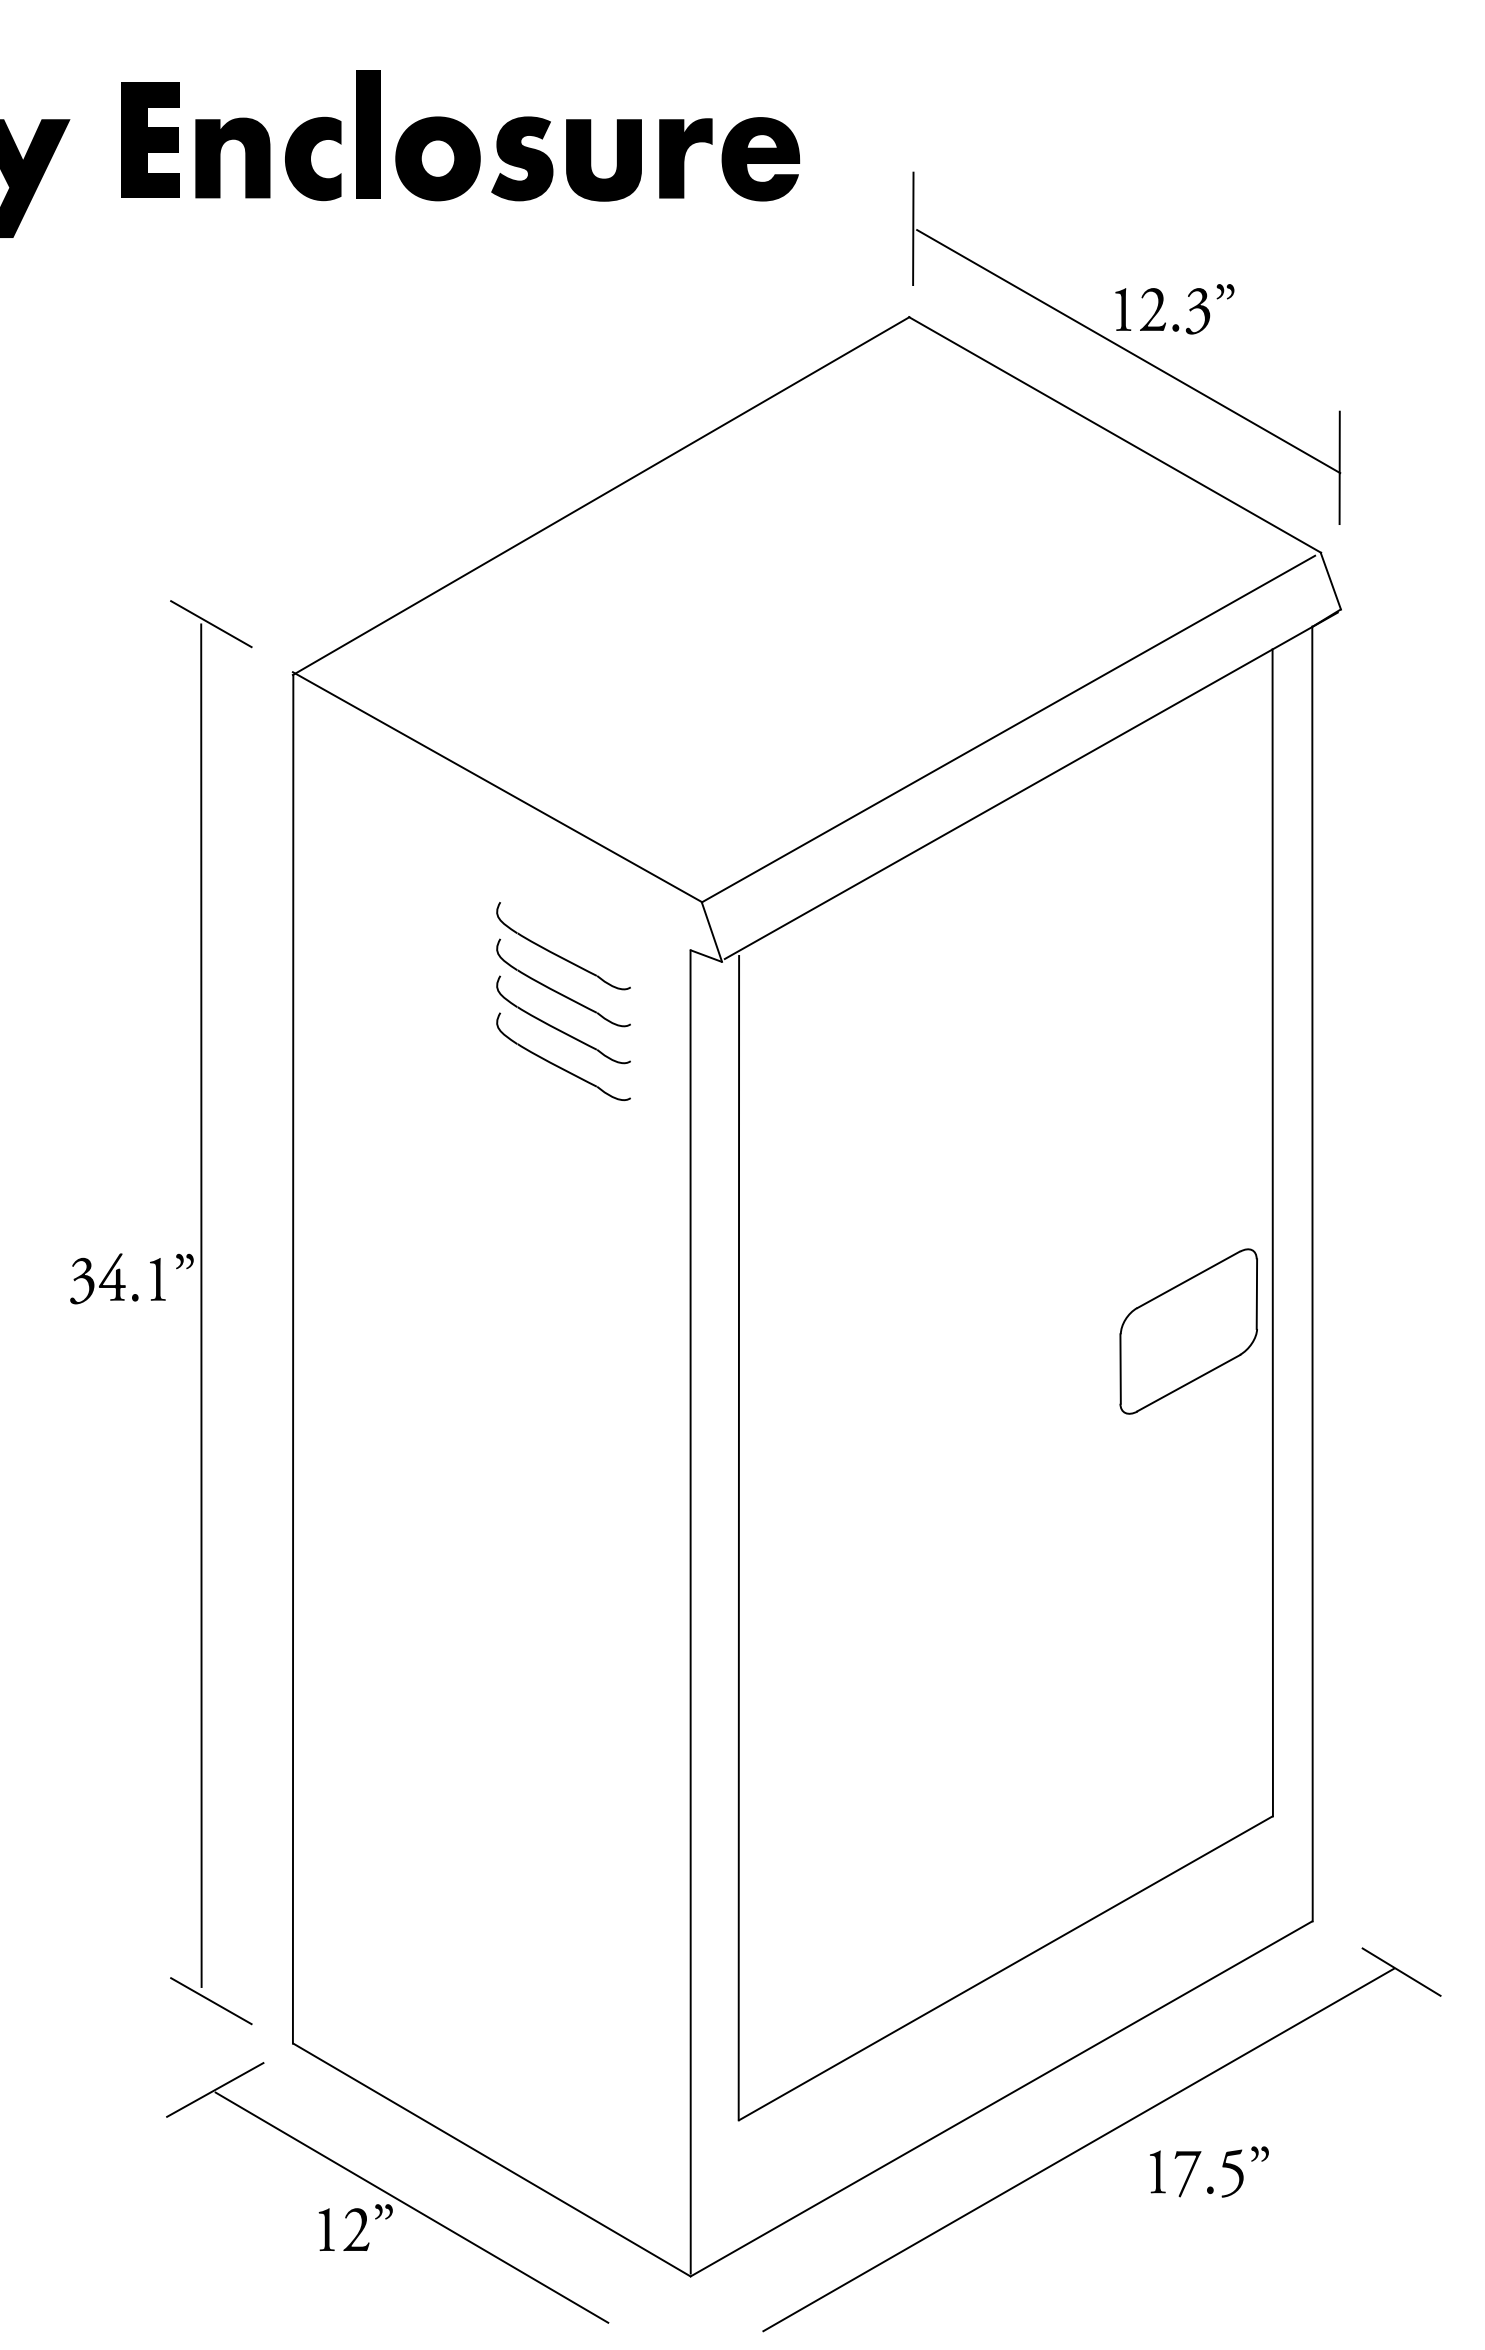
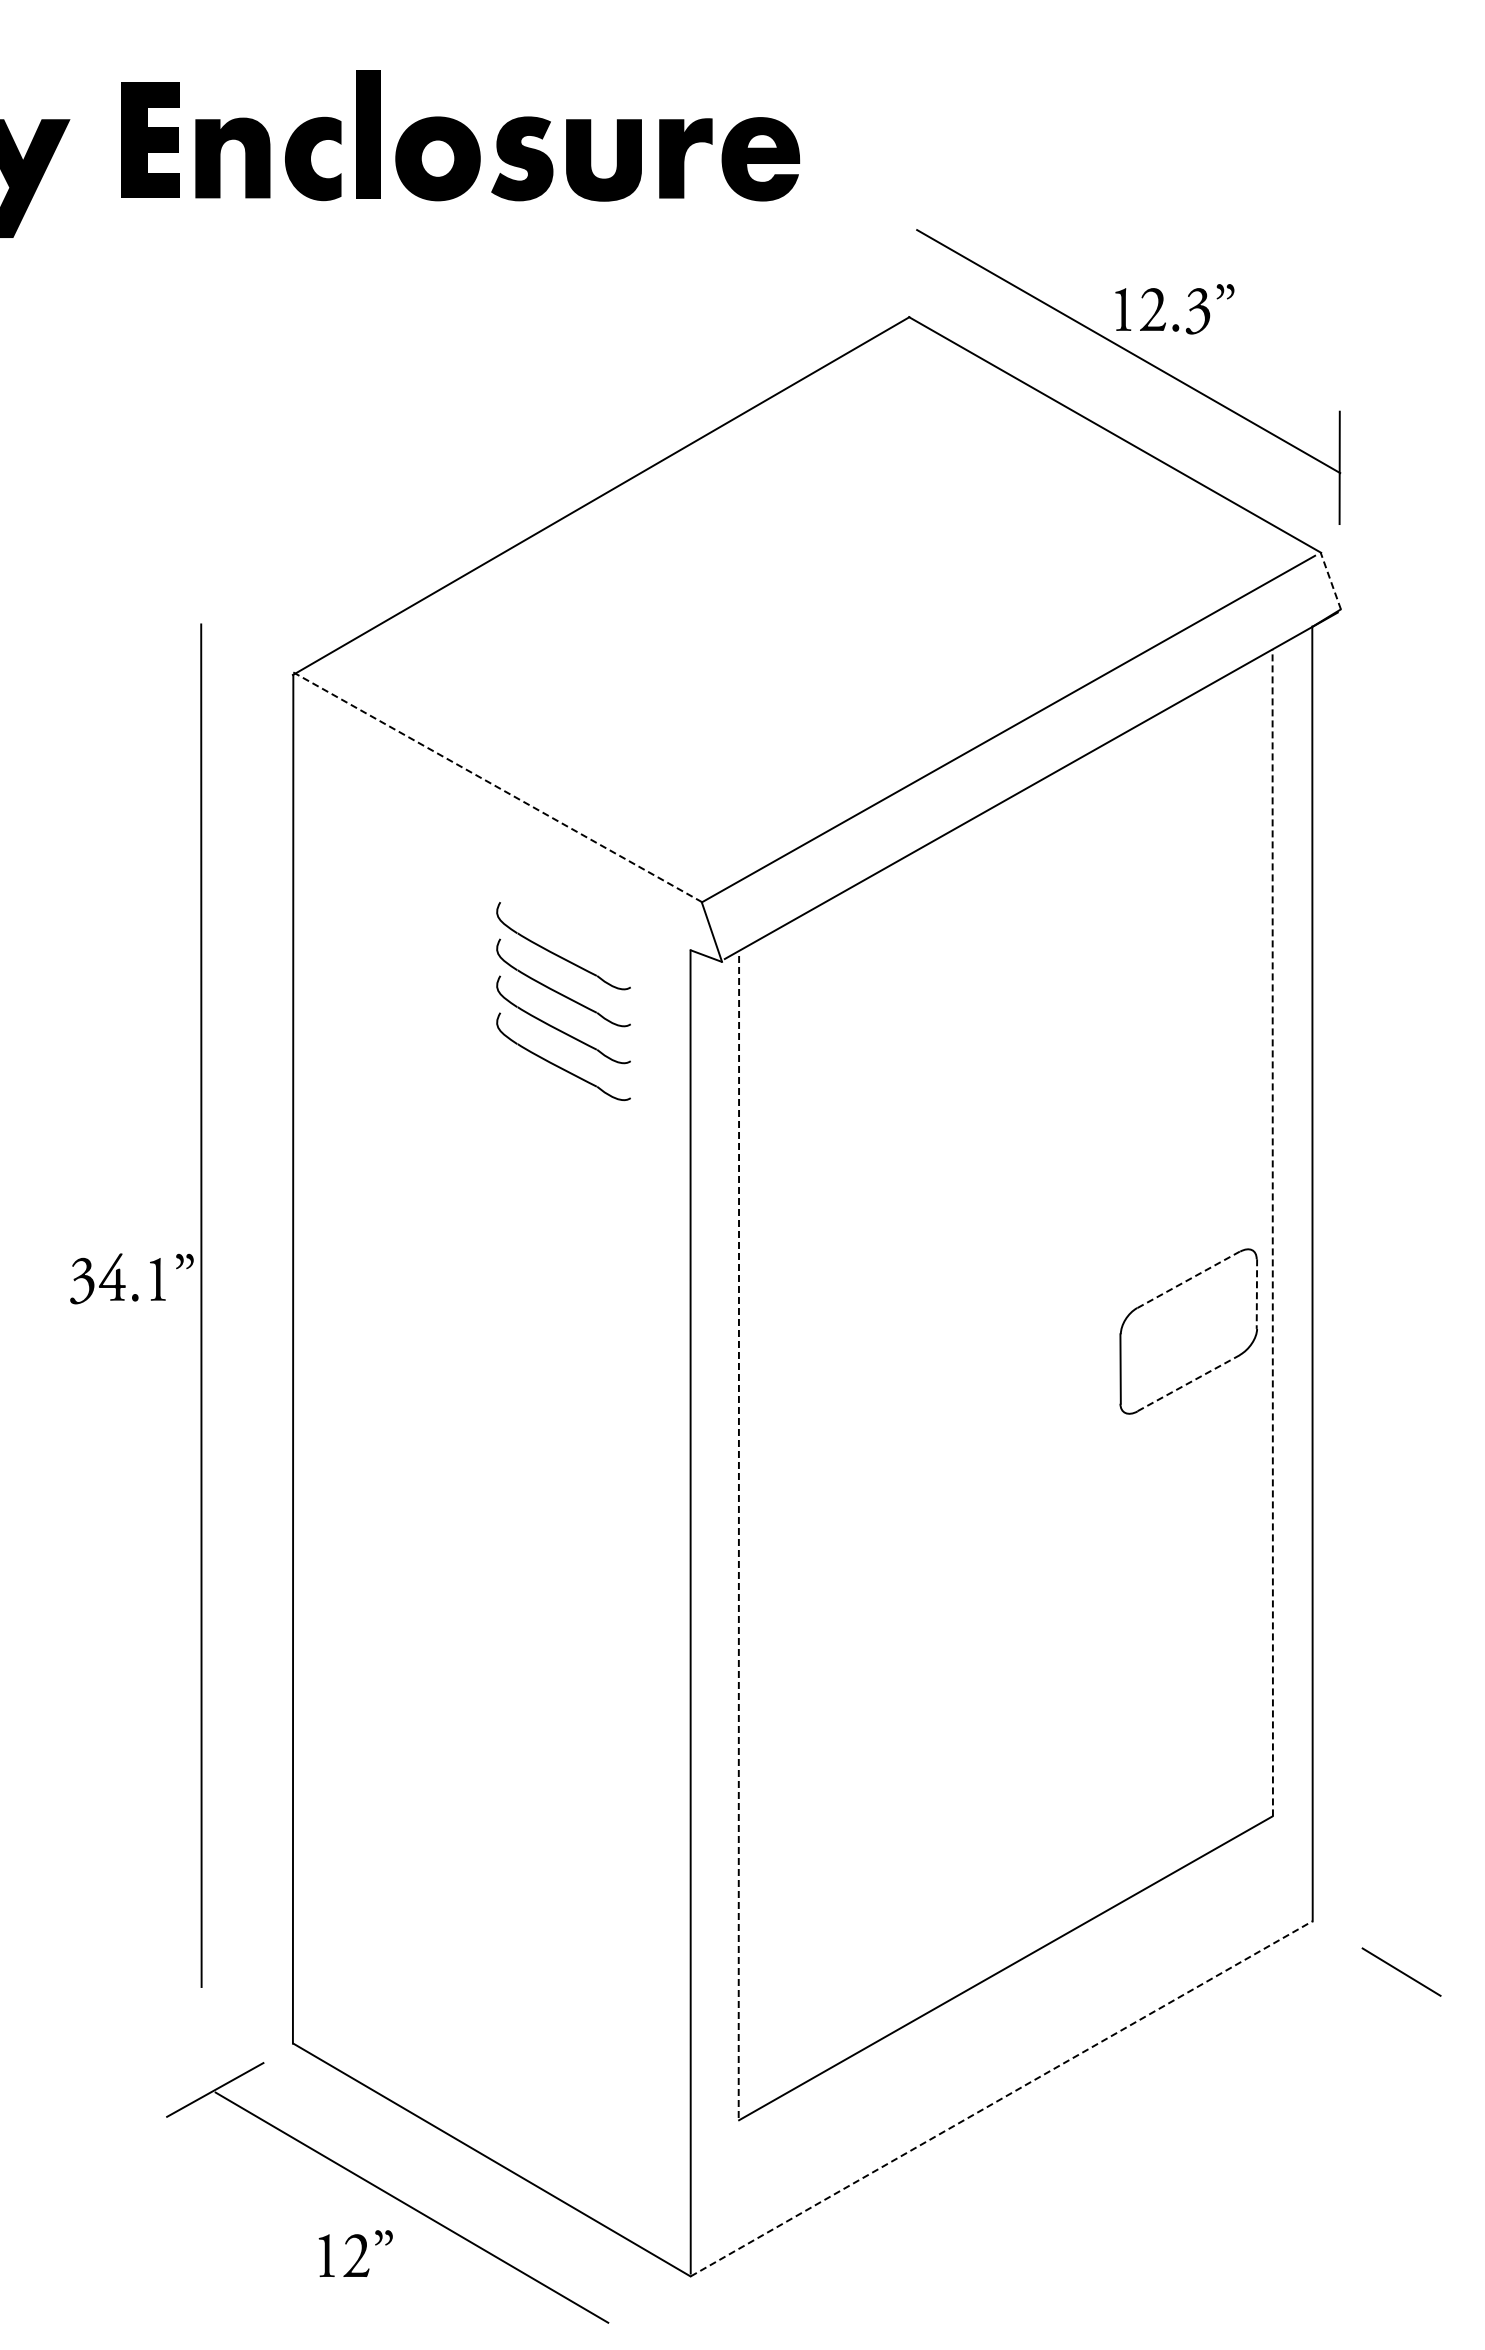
line at (913, 228): present -> none
line at (1330, 580): solid -> dashed
line at (211, 624): present -> none
line at (497, 787): solid -> dashed
line at (1272, 1232): solid -> dashed
line at (1189, 1279): solid -> dashed
line at (1256, 1294): solid -> dashed
line at (1188, 1383): solid -> dashed
line at (738, 1538): solid -> dashed
line at (211, 2001): present -> none
line at (1001, 2098): solid -> dashed
line at (1078, 2149): present -> none
part at (1222, 2167): present -> none
part at (355, 2227) position: (355, 2227) -> (355, 2253)
